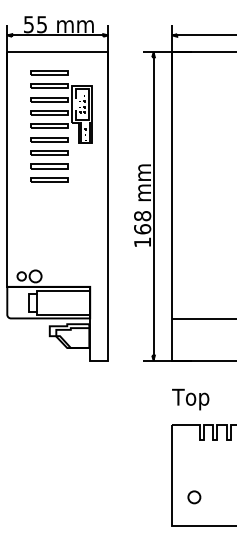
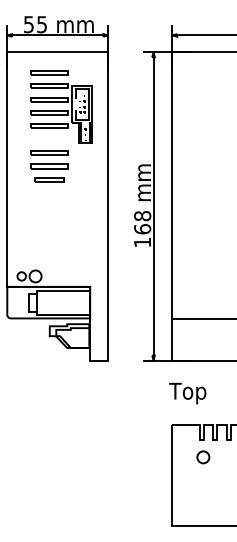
part at (49, 139): present -> none
part at (49, 179) size: 39x6 px -> 31x6 px
text at (190, 399) position: (190, 399) -> (187, 393)
curve at (198, 499) position: (198, 499) -> (207, 459)
